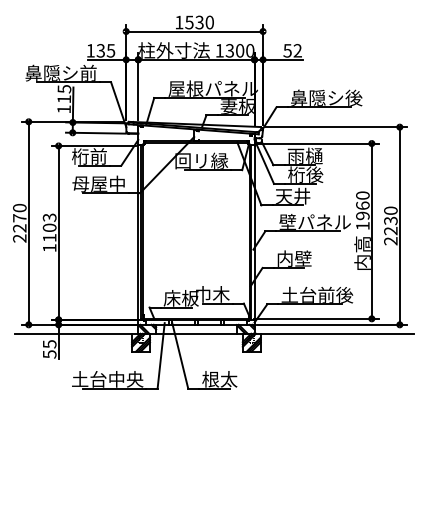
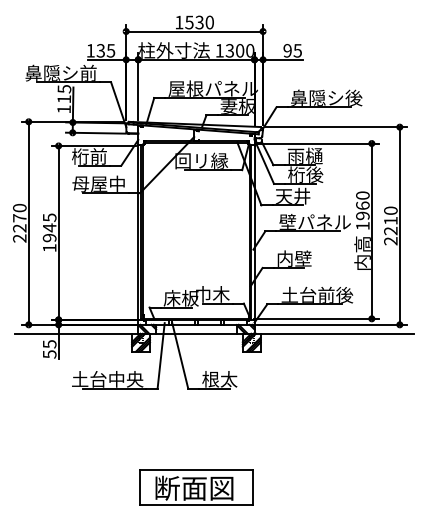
text at (292, 50): 52 -> 95
text at (390, 220): 2230 -> 2210
text at (49, 227): 1103 -> 1945
part at (196, 487): none -> present
